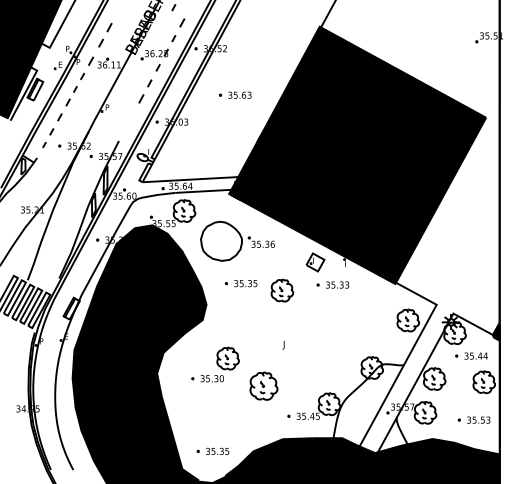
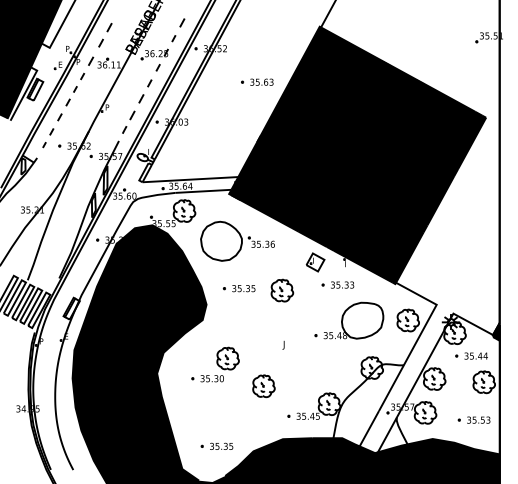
line at (173, 7): present -> none
part at (235, 94) position: (235, 94) -> (257, 81)
part at (128, 121): none -> present
part at (240, 283) position: (240, 283) -> (238, 288)
part at (332, 284) position: (332, 284) -> (337, 284)
part at (349, 320): none -> present
part at (263, 385) size: 30x30 px -> 24x25 px
part at (212, 450) position: (212, 450) -> (216, 445)
